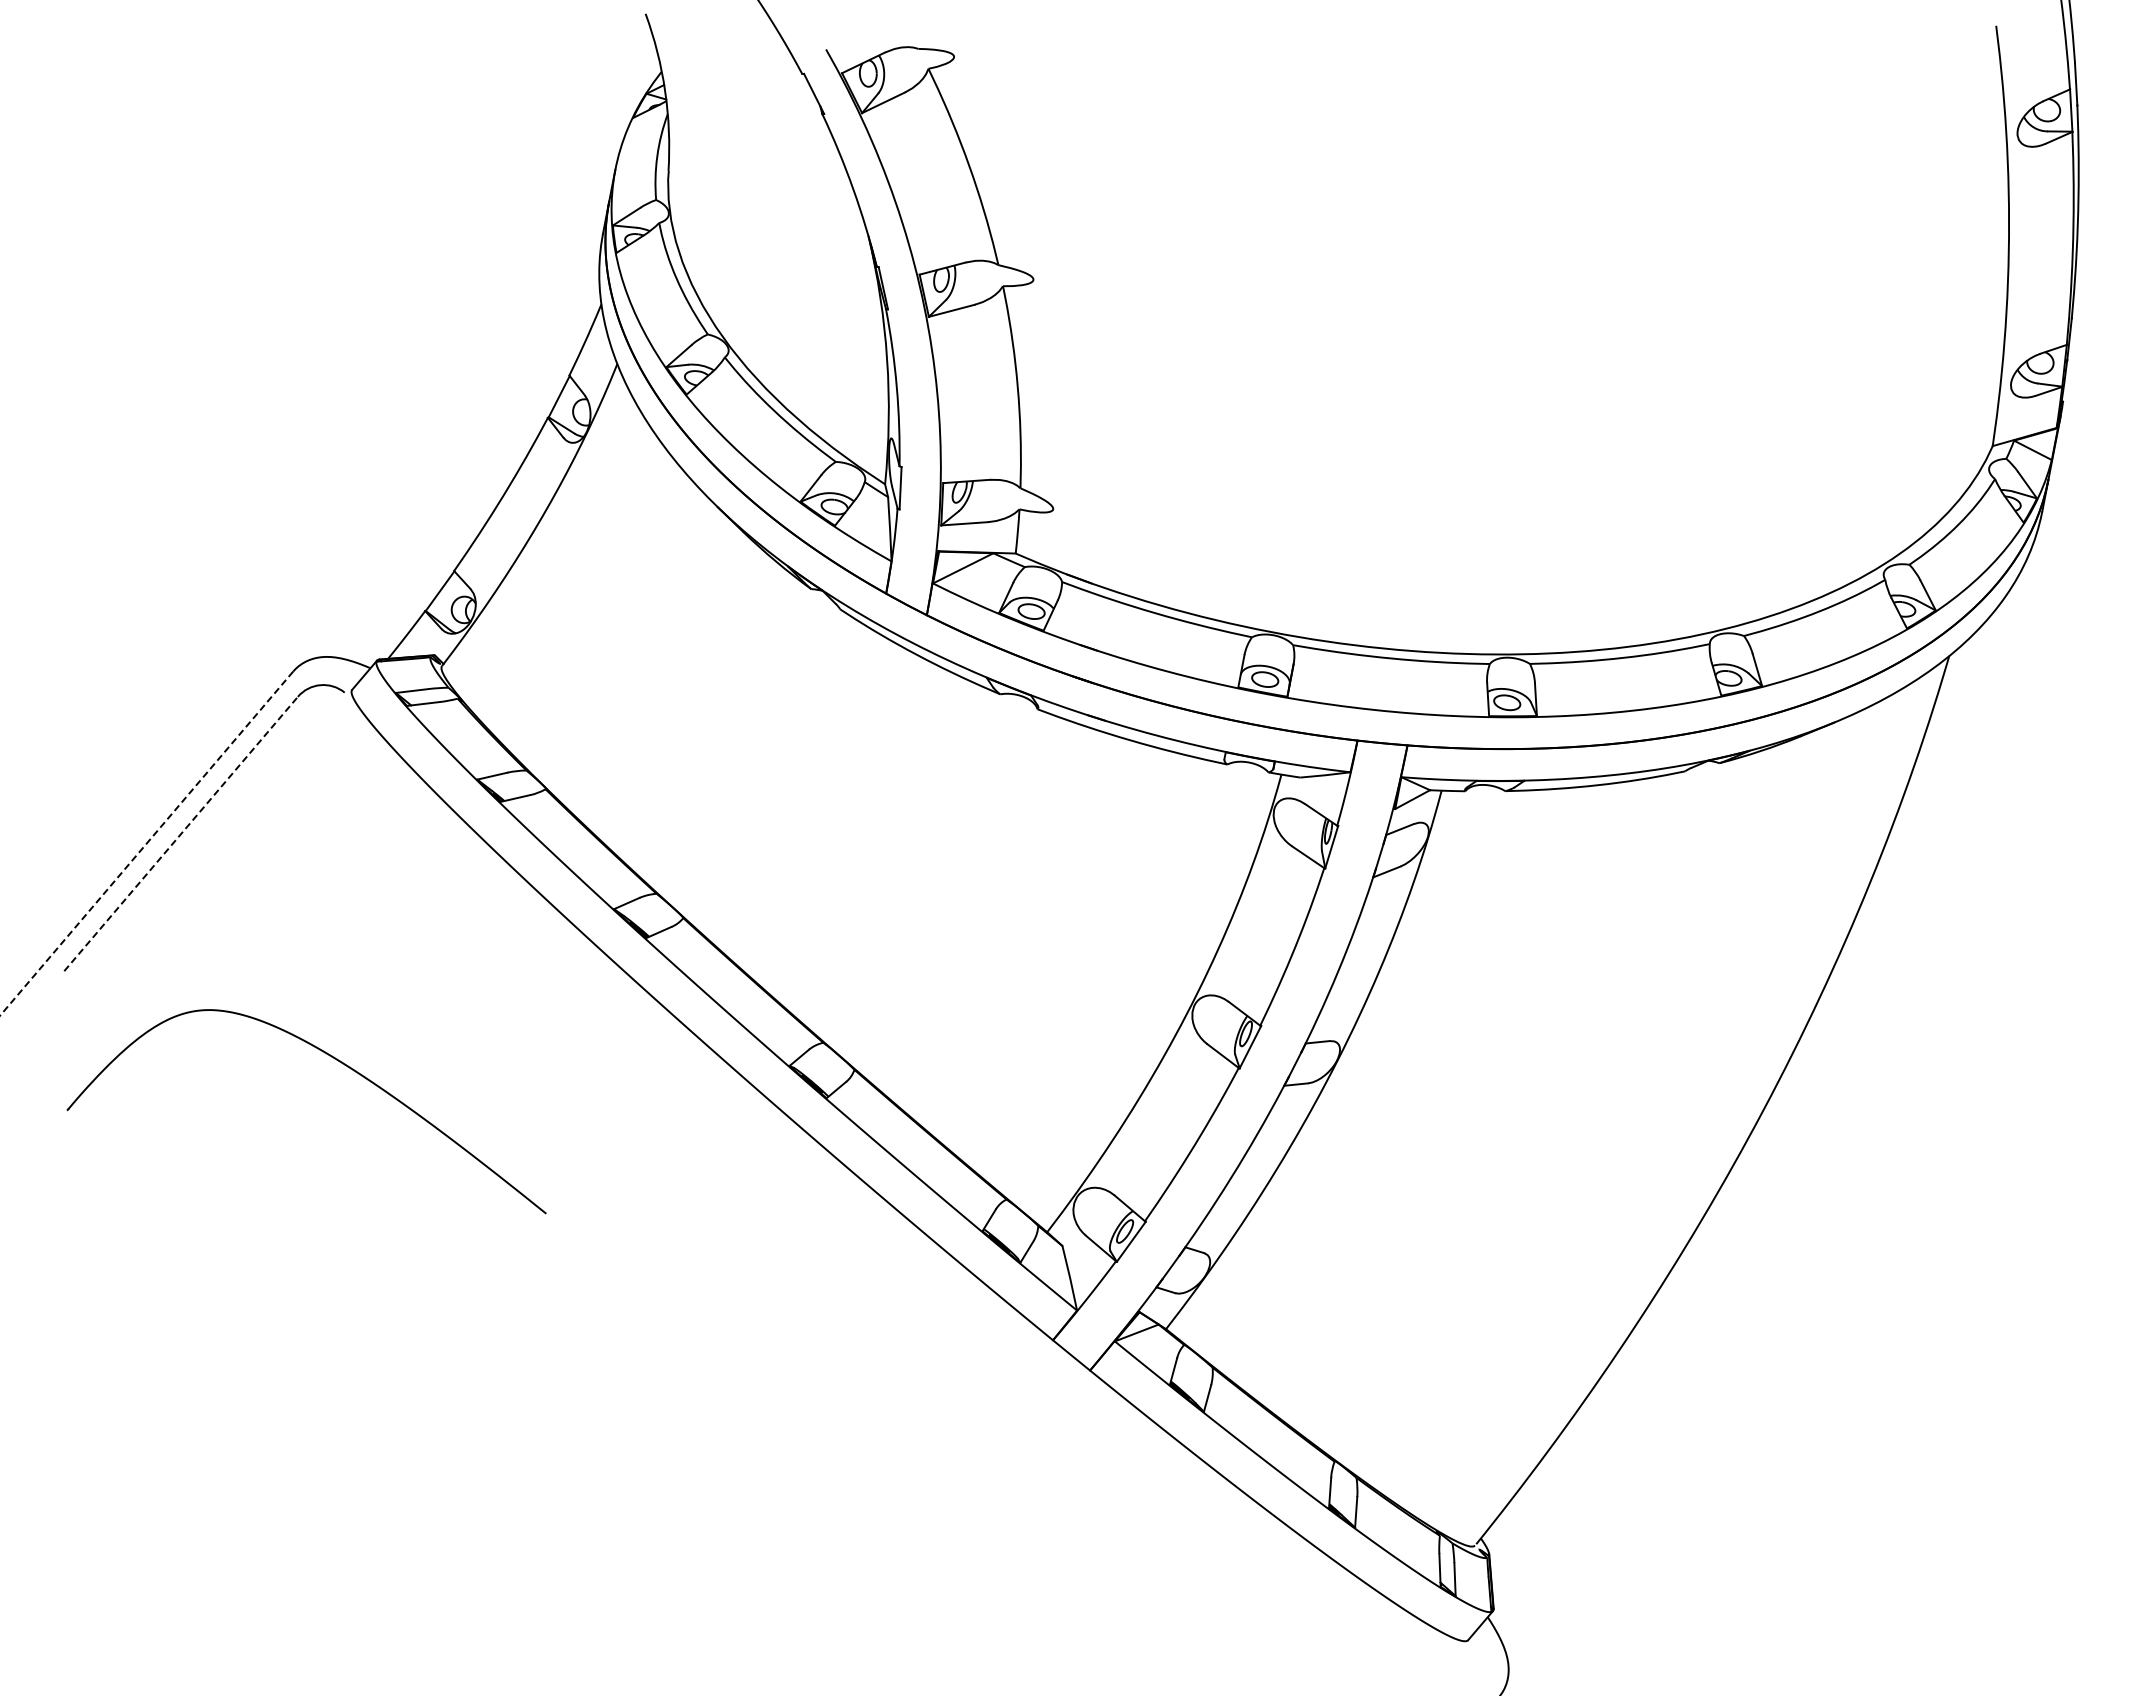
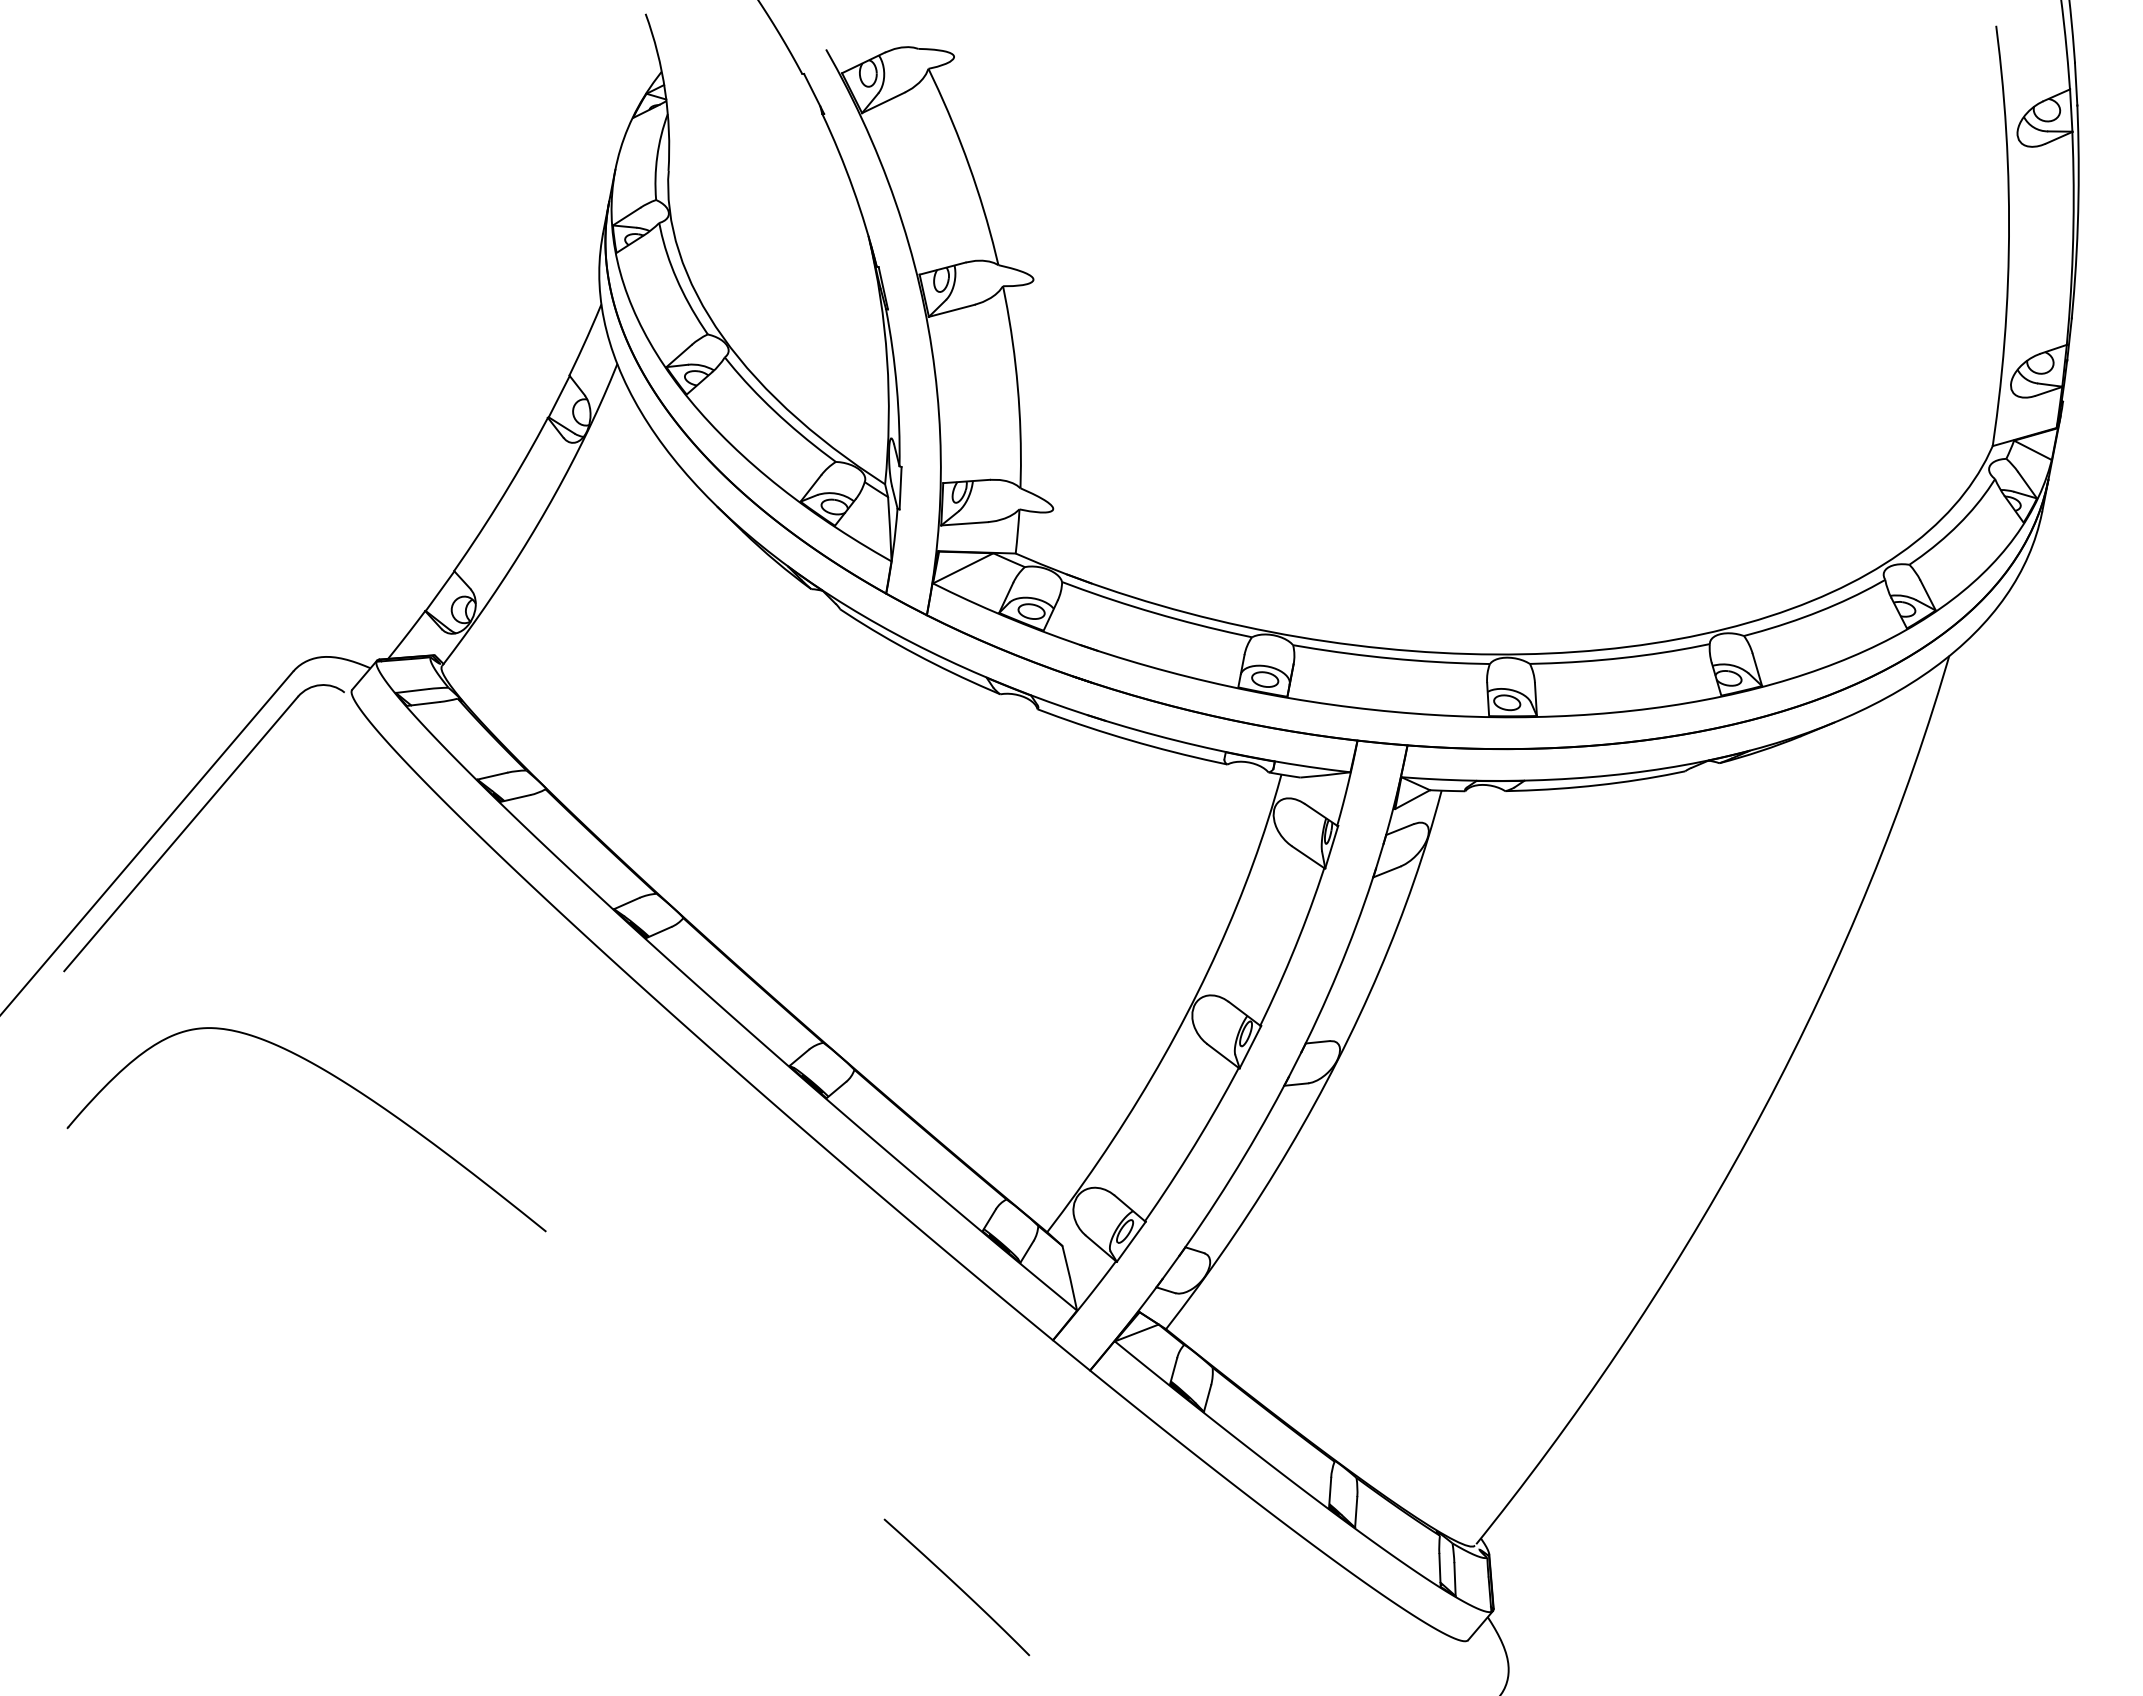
line at (181, 833): dashed -> solid
line at (146, 843): dashed -> solid
part at (334, 1059) position: (334, 1059) -> (334, 1077)
curve at (956, 1586): none -> present
